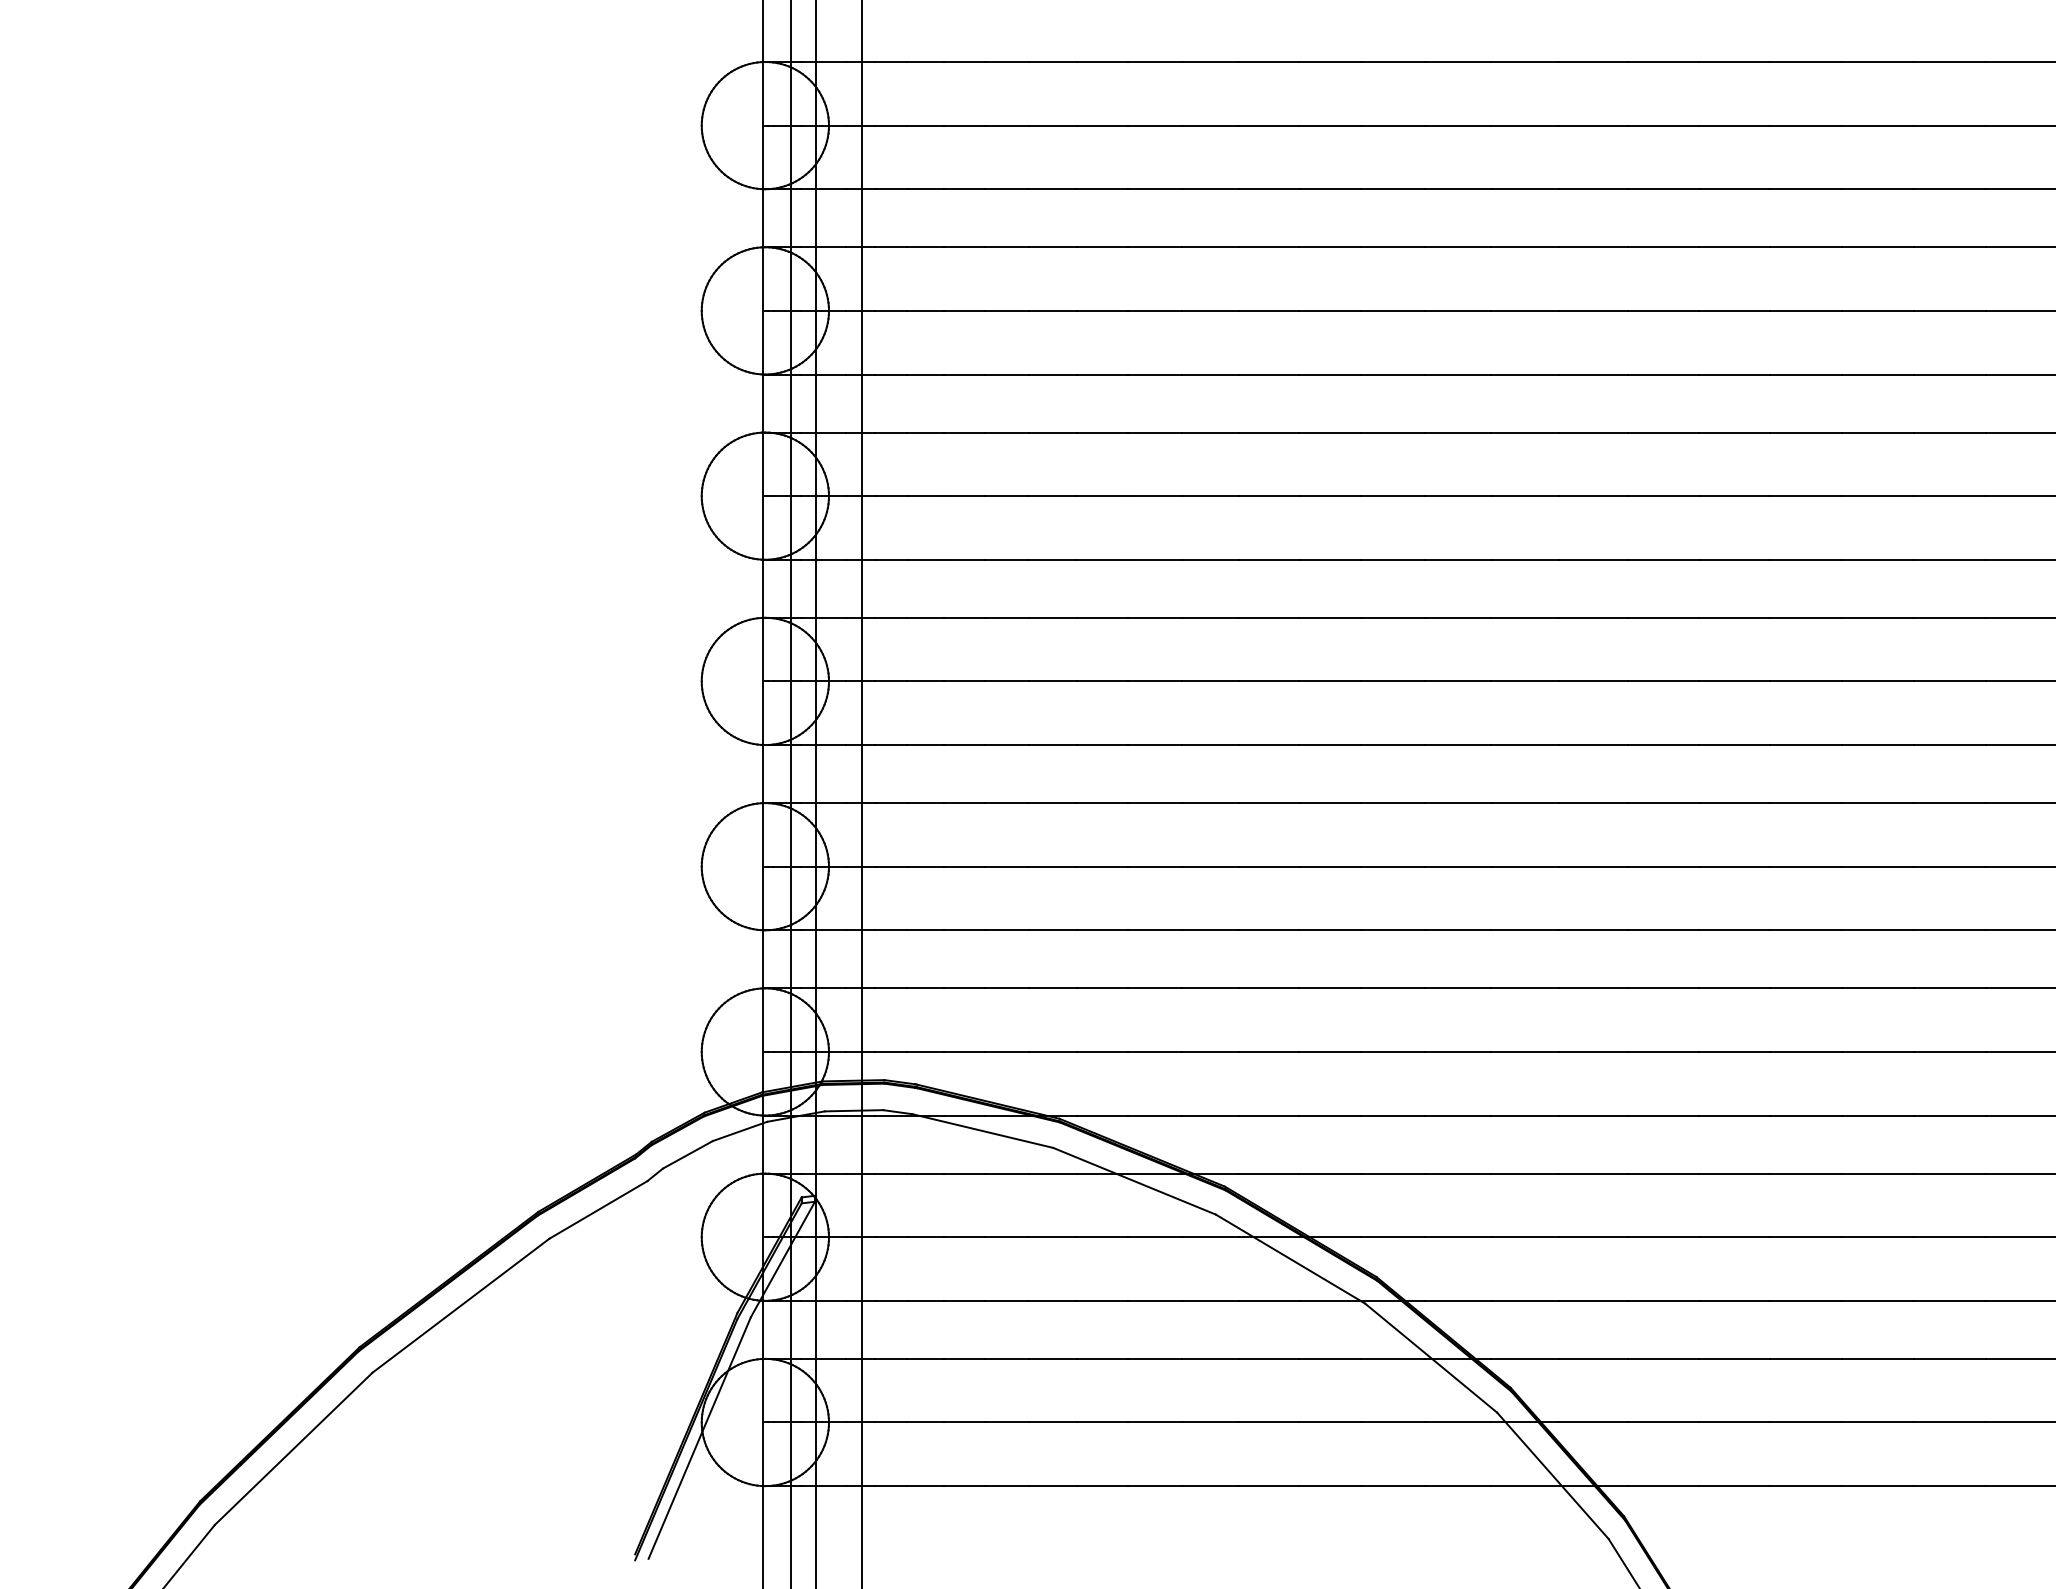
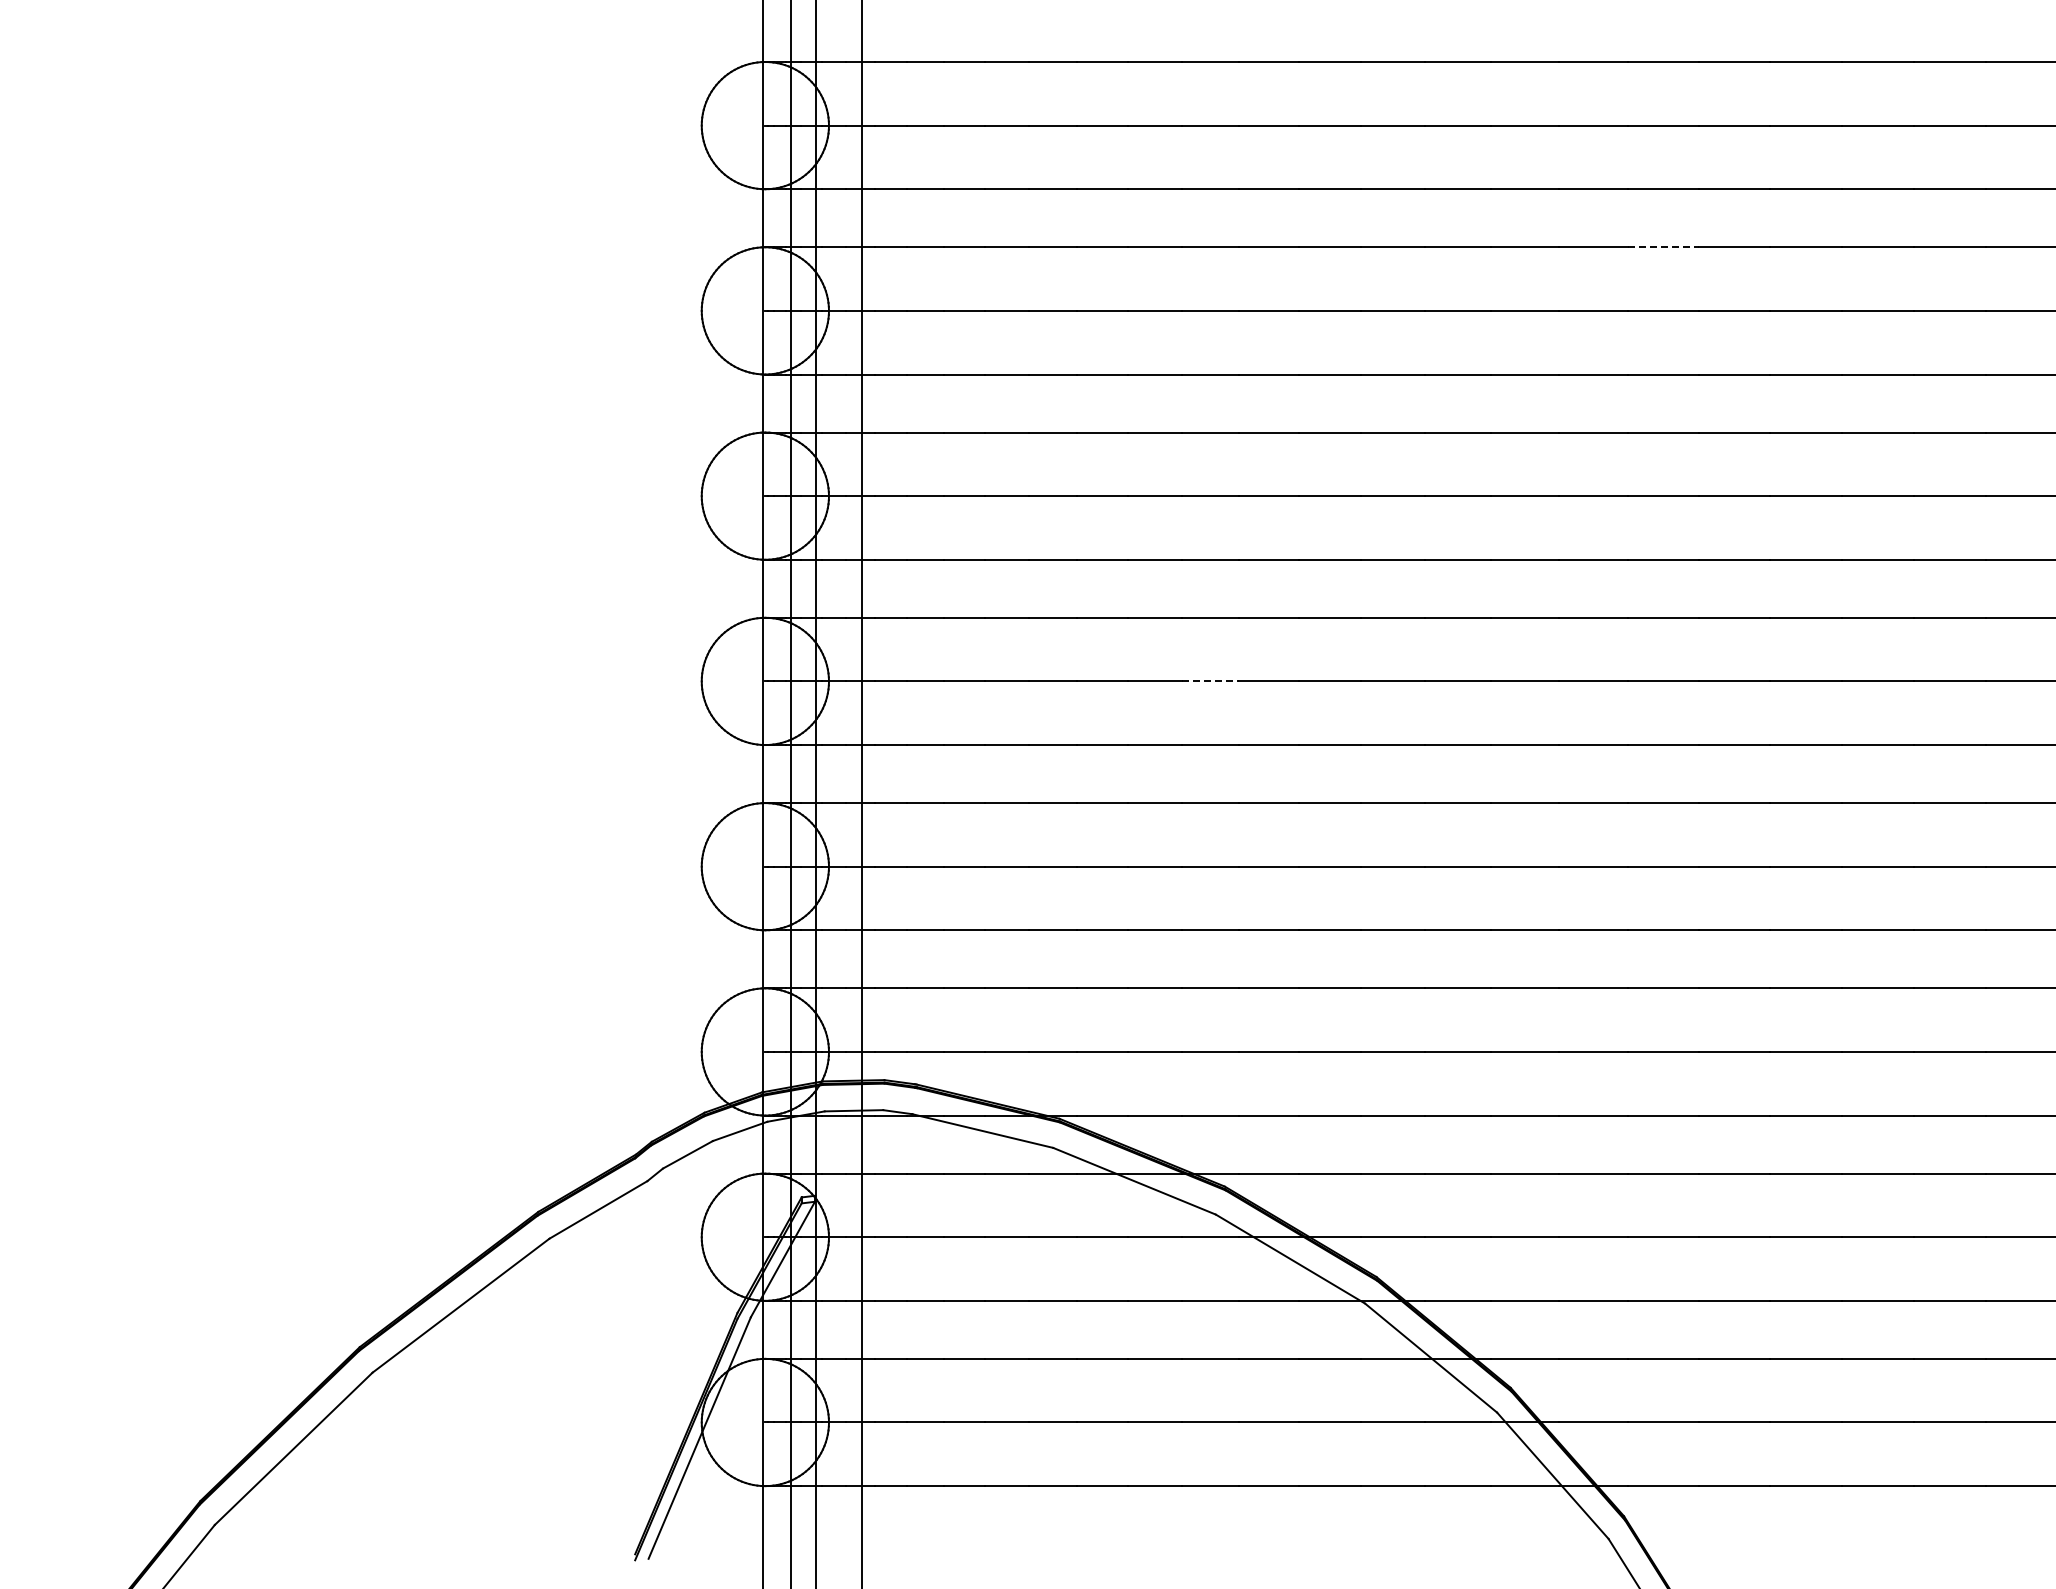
line at (1664, 247): solid -> dashed
line at (1210, 681): solid -> dashed
